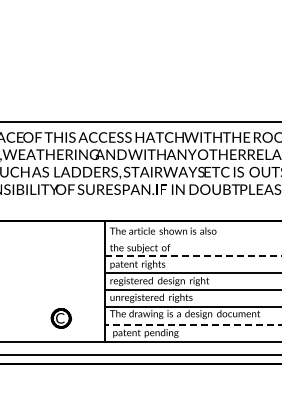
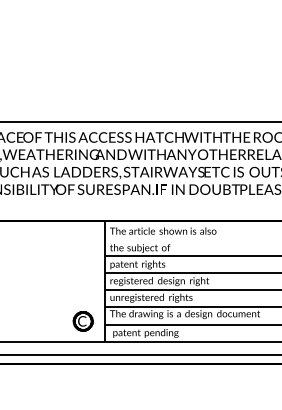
line at (193, 256): dashed -> solid
part at (61, 318) position: (61, 318) -> (83, 321)
line at (193, 325): dashed -> solid
